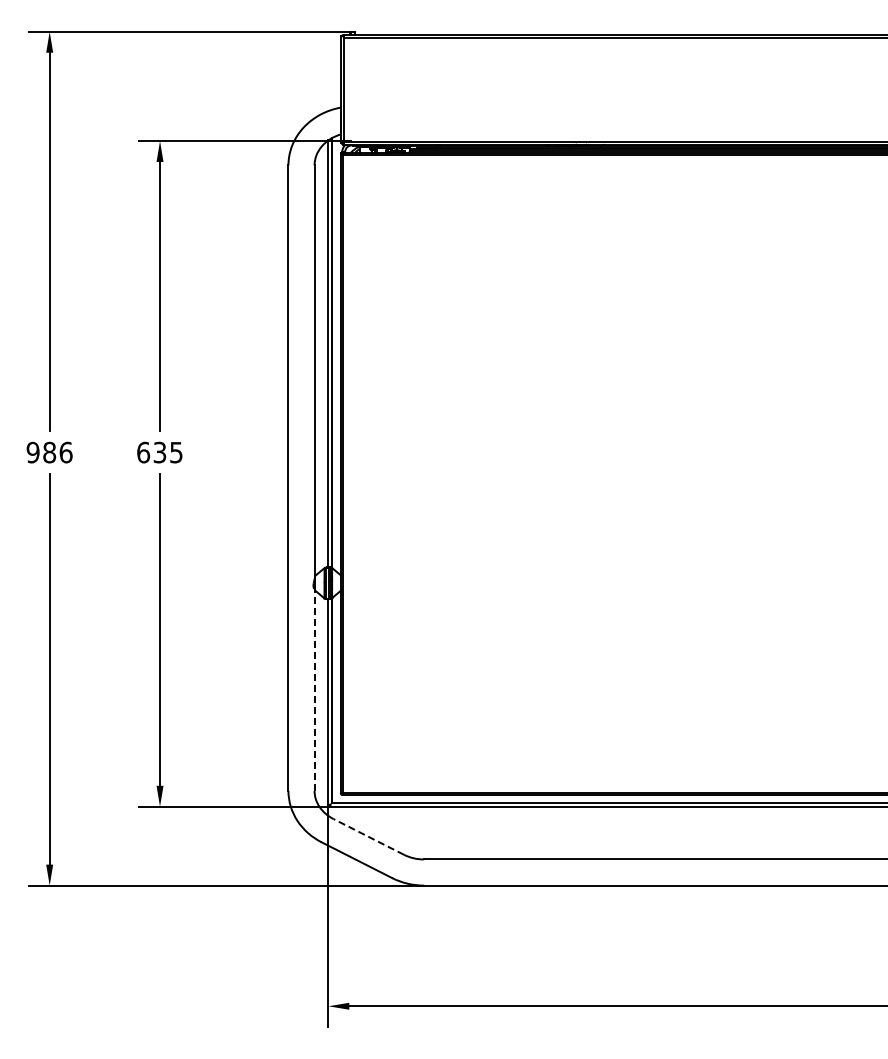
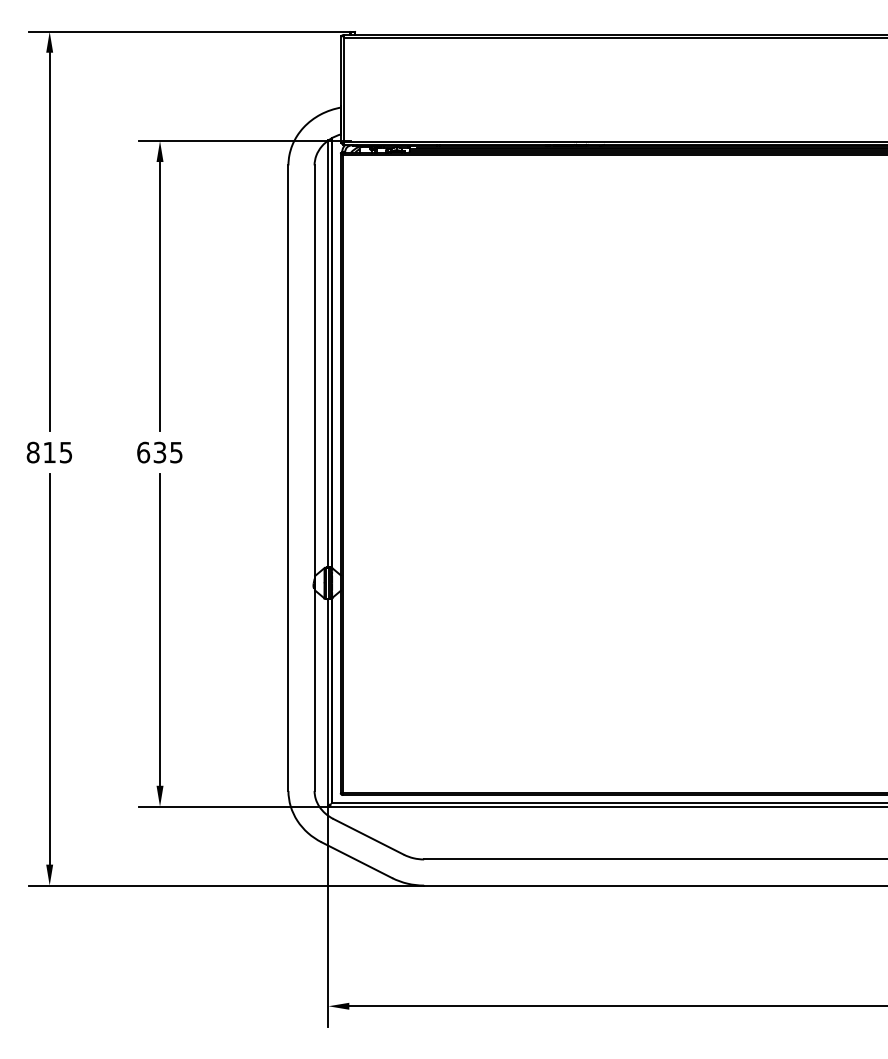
text at (49, 452): 986 -> 815
line at (314, 690): dashed -> solid
line at (368, 836): dashed -> solid
